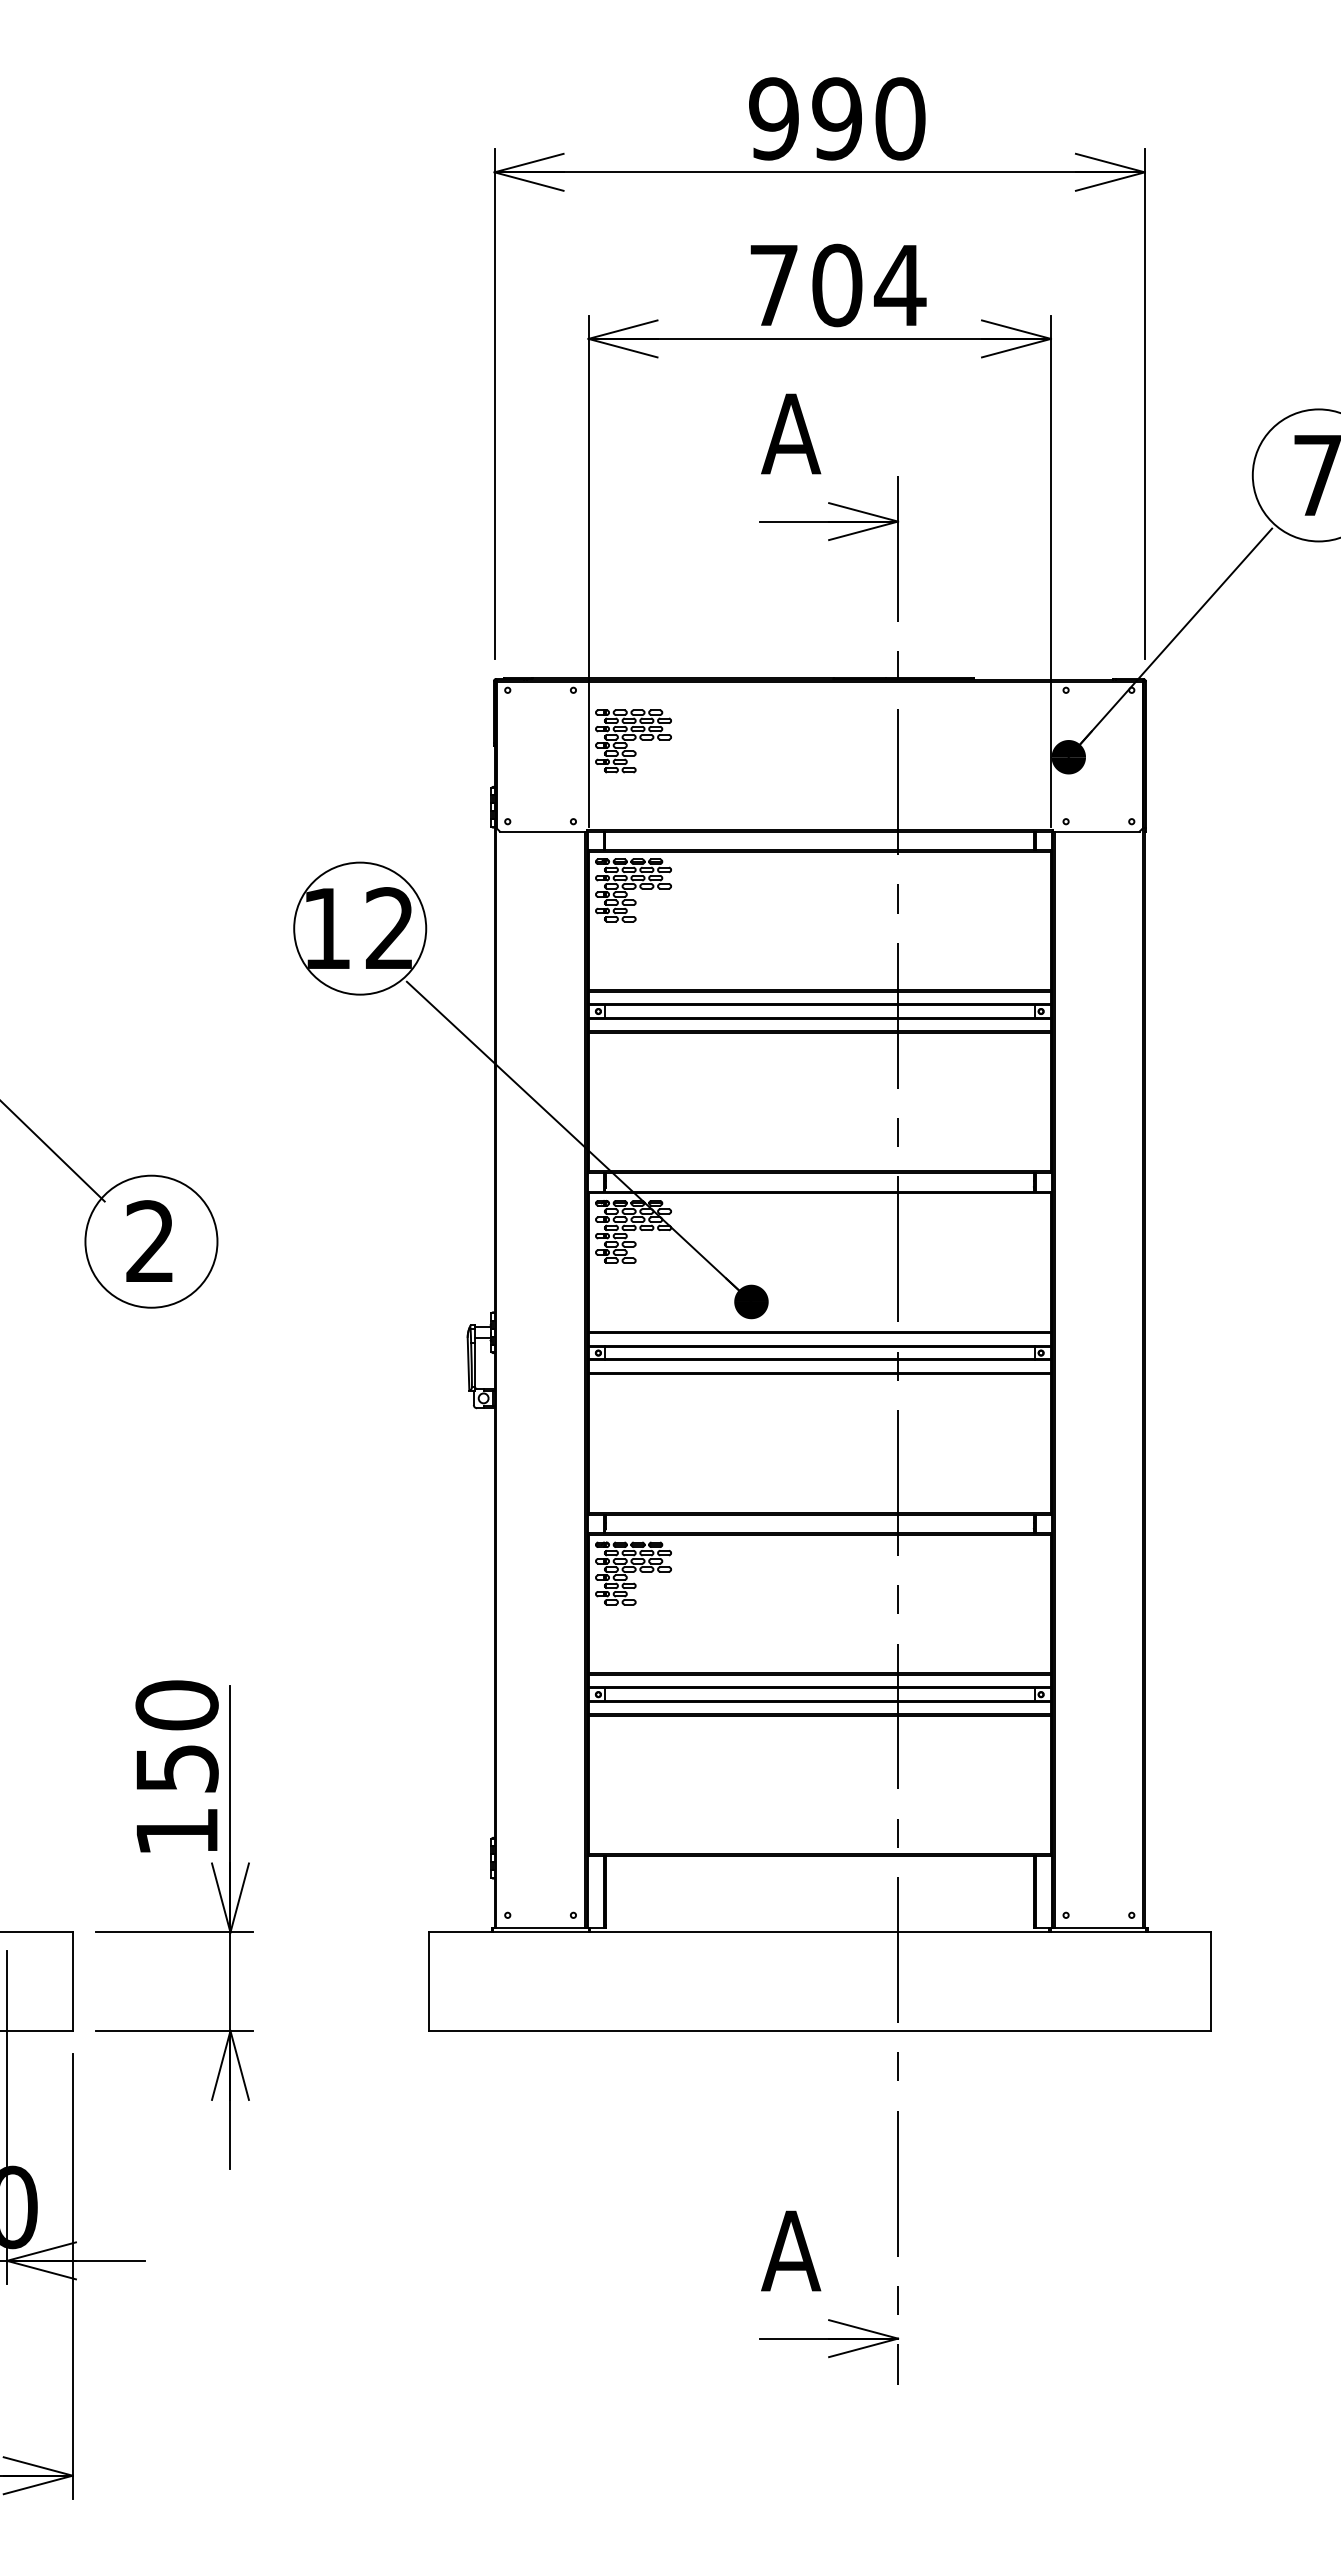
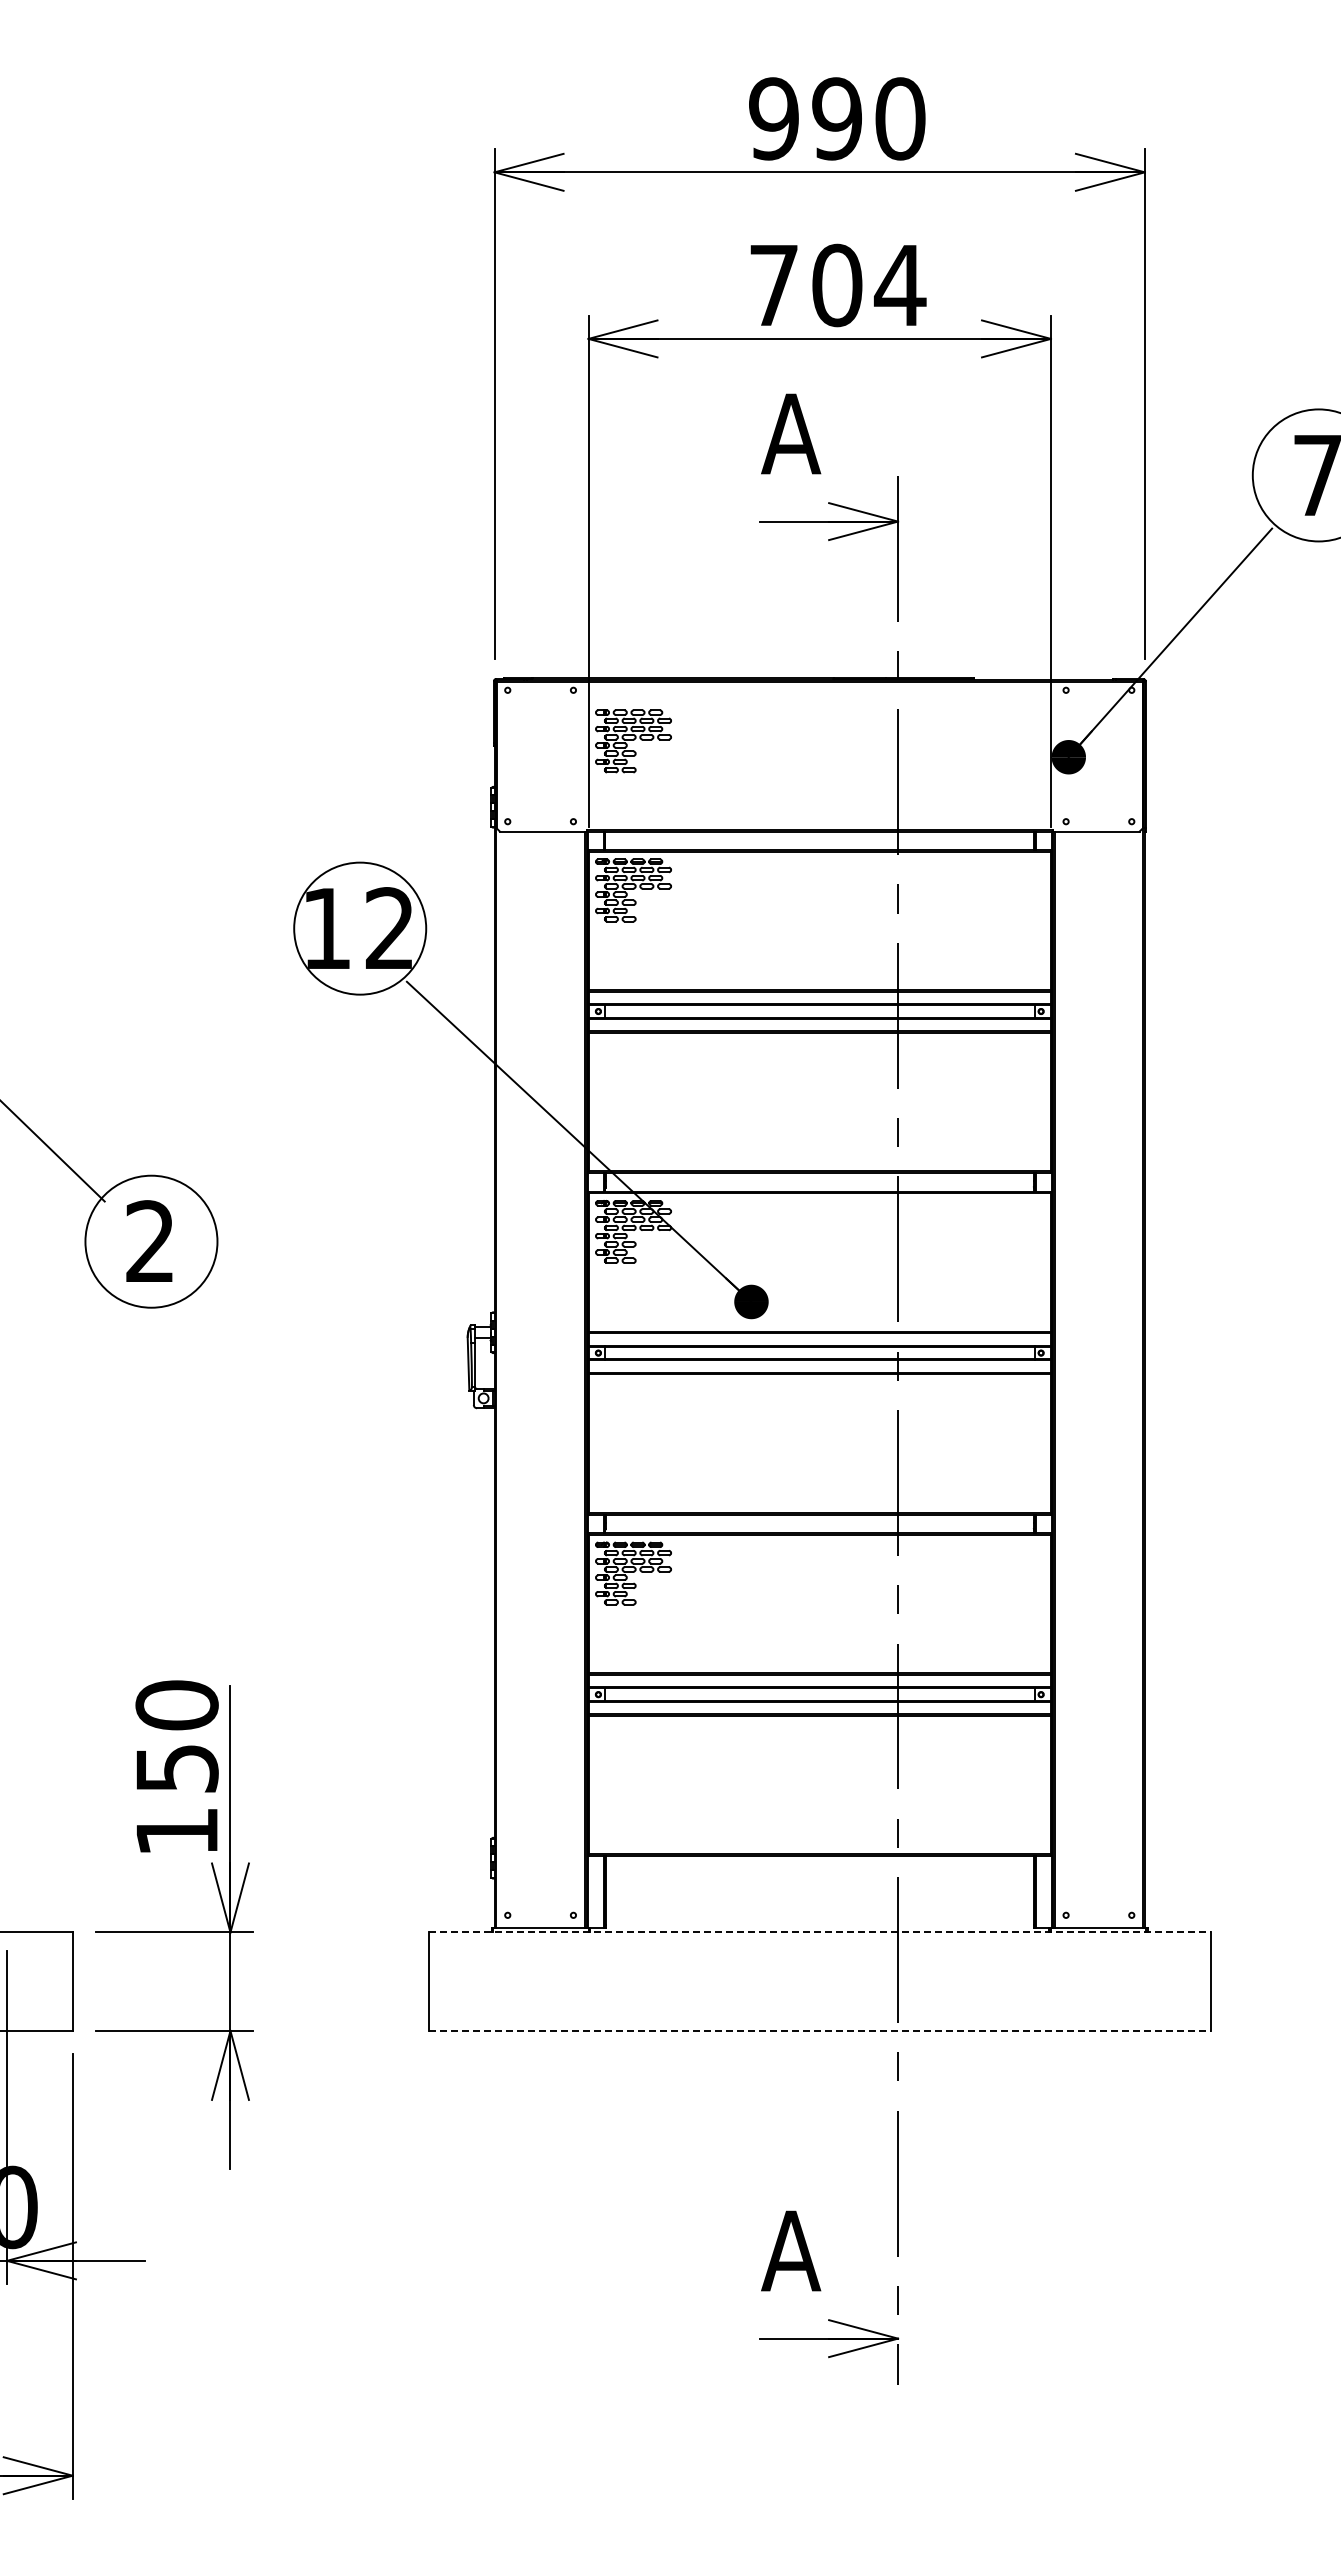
line at (819, 1932): solid -> dashed
line at (819, 2030): solid -> dashed
